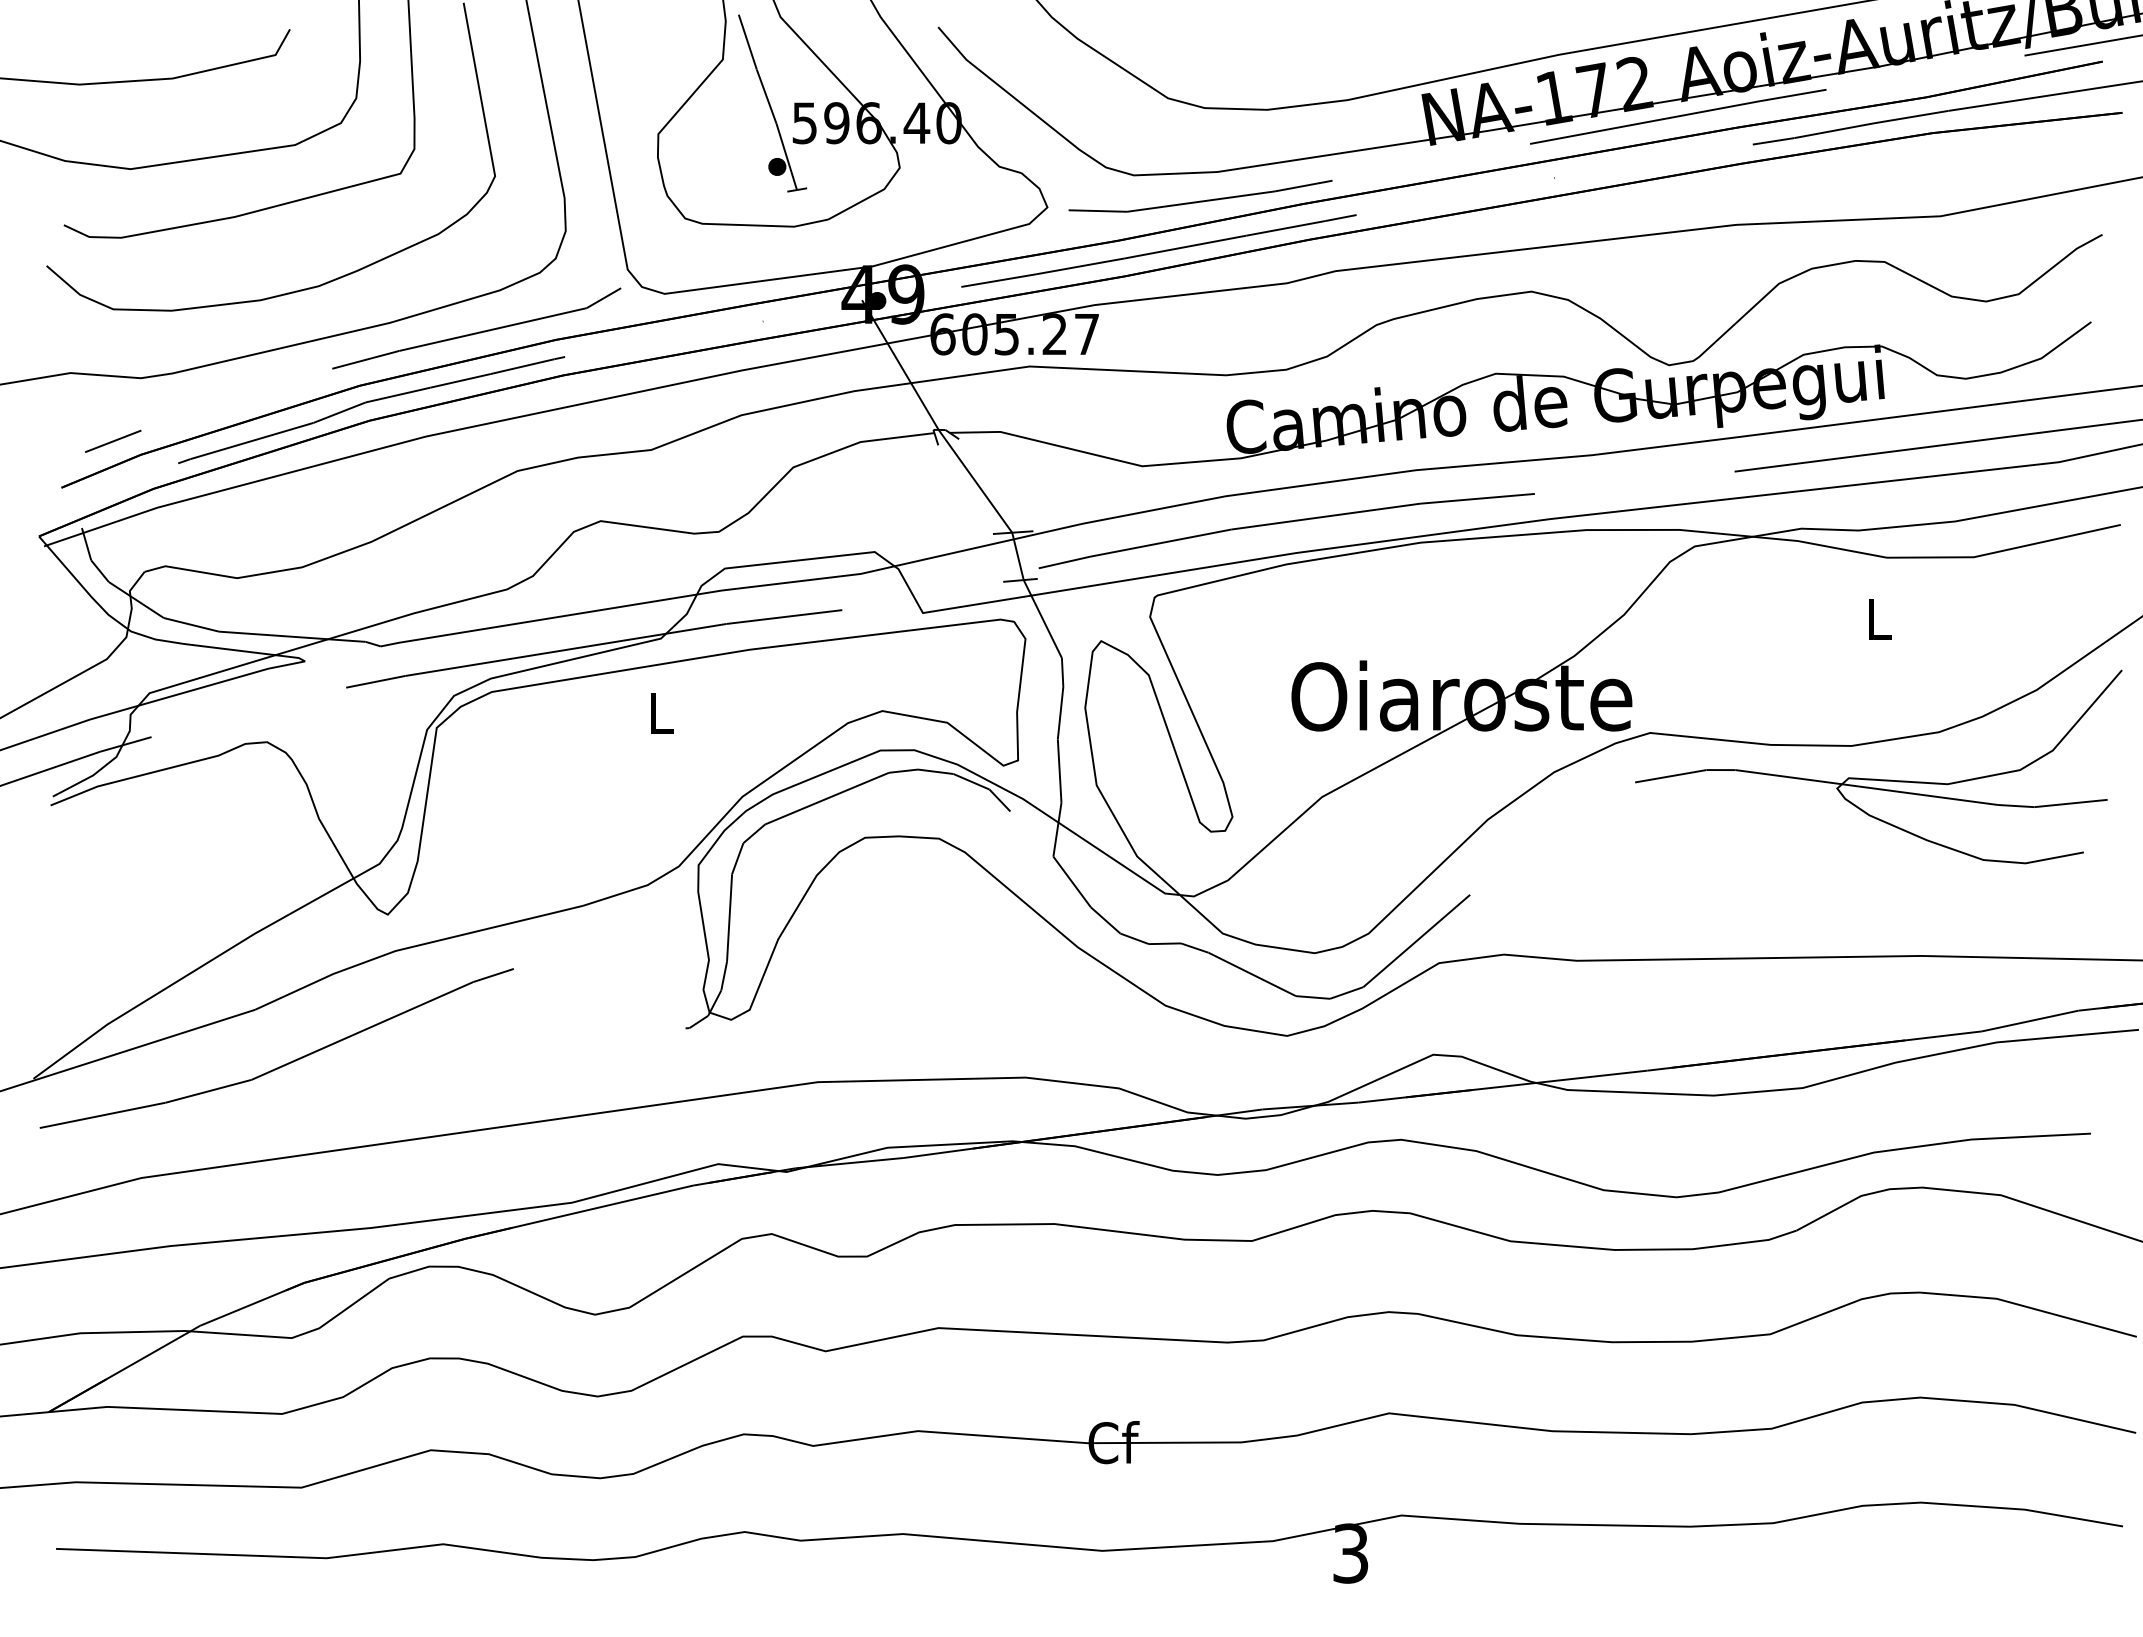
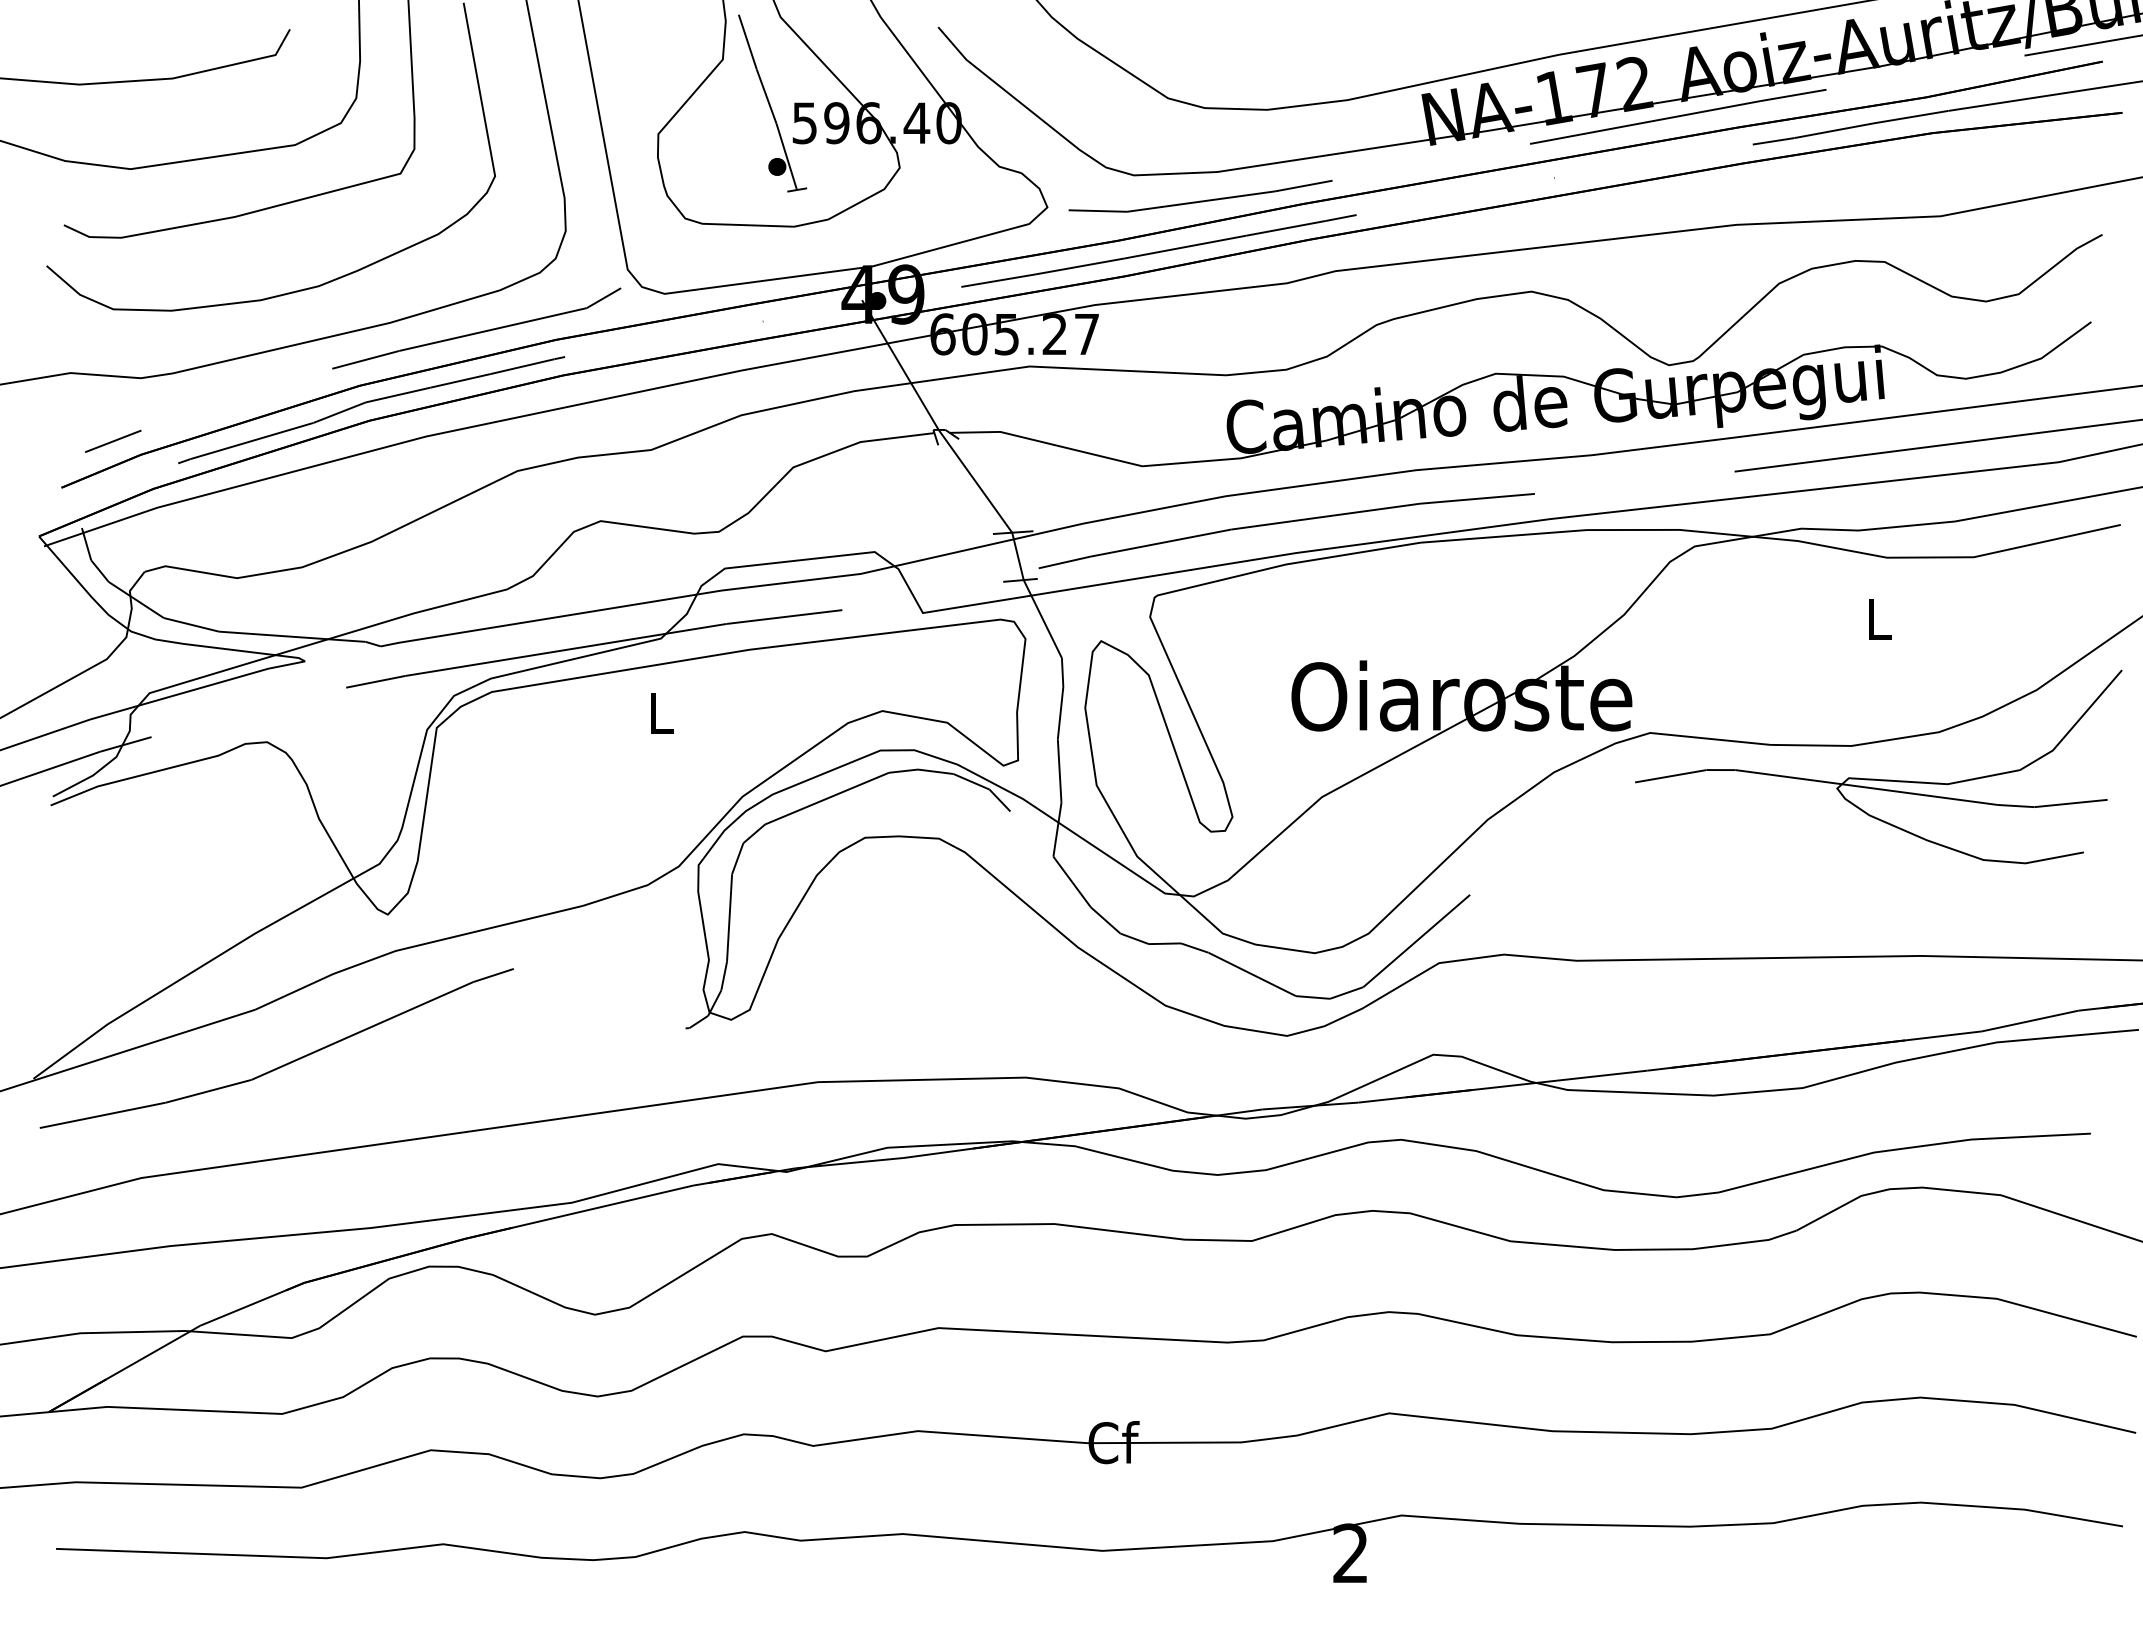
text at (1350, 1553): 3 -> 2
